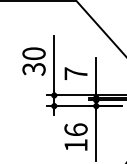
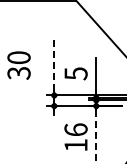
text at (33, 61) position: (33, 61) -> (18, 65)
line at (54, 63): solid -> dashed
text at (75, 73): 7 -> 5
line at (96, 135): solid -> dashed
